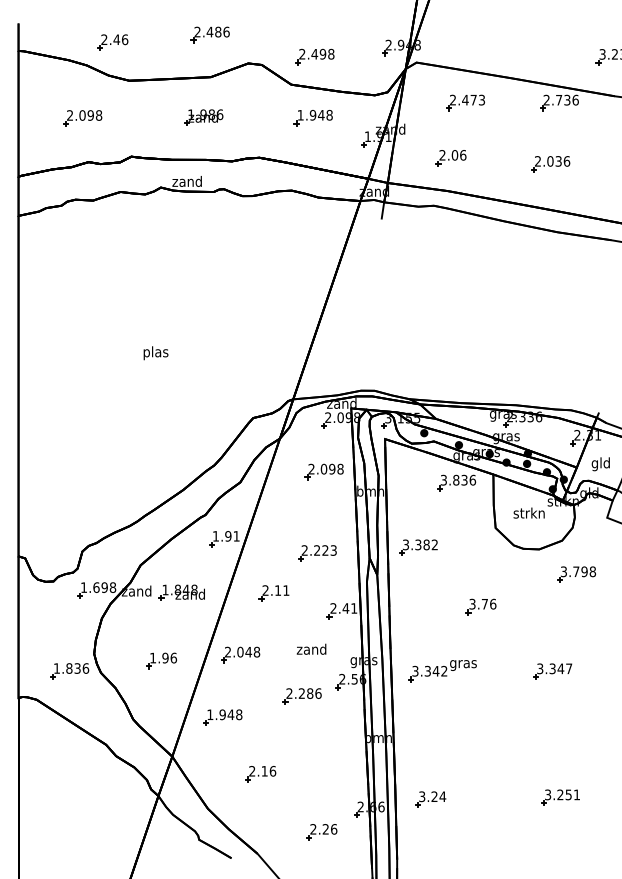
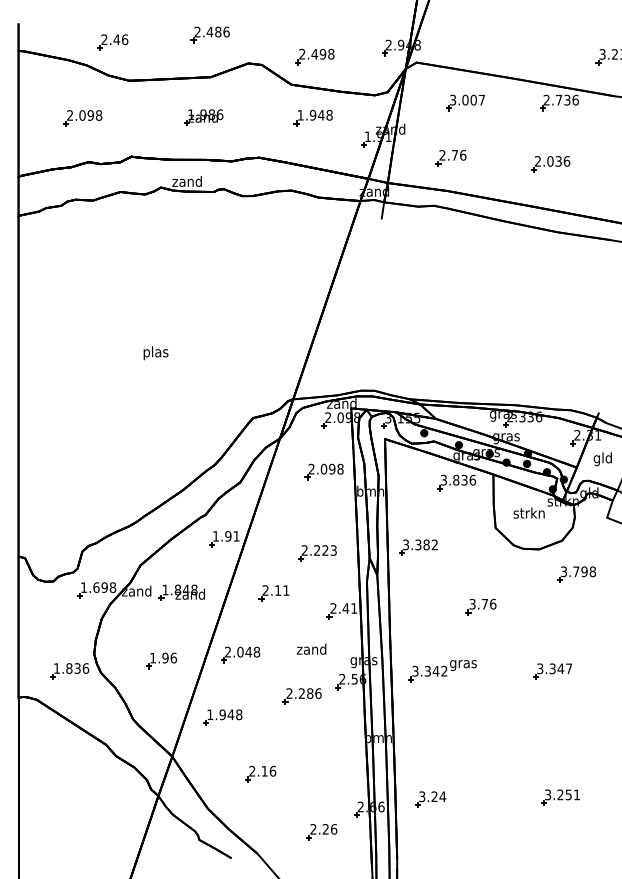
text at (467, 99): 2.473 -> 3.007
text at (454, 155): 2.06 -> 2.76
text at (600, 464) position: (600, 464) -> (602, 459)
